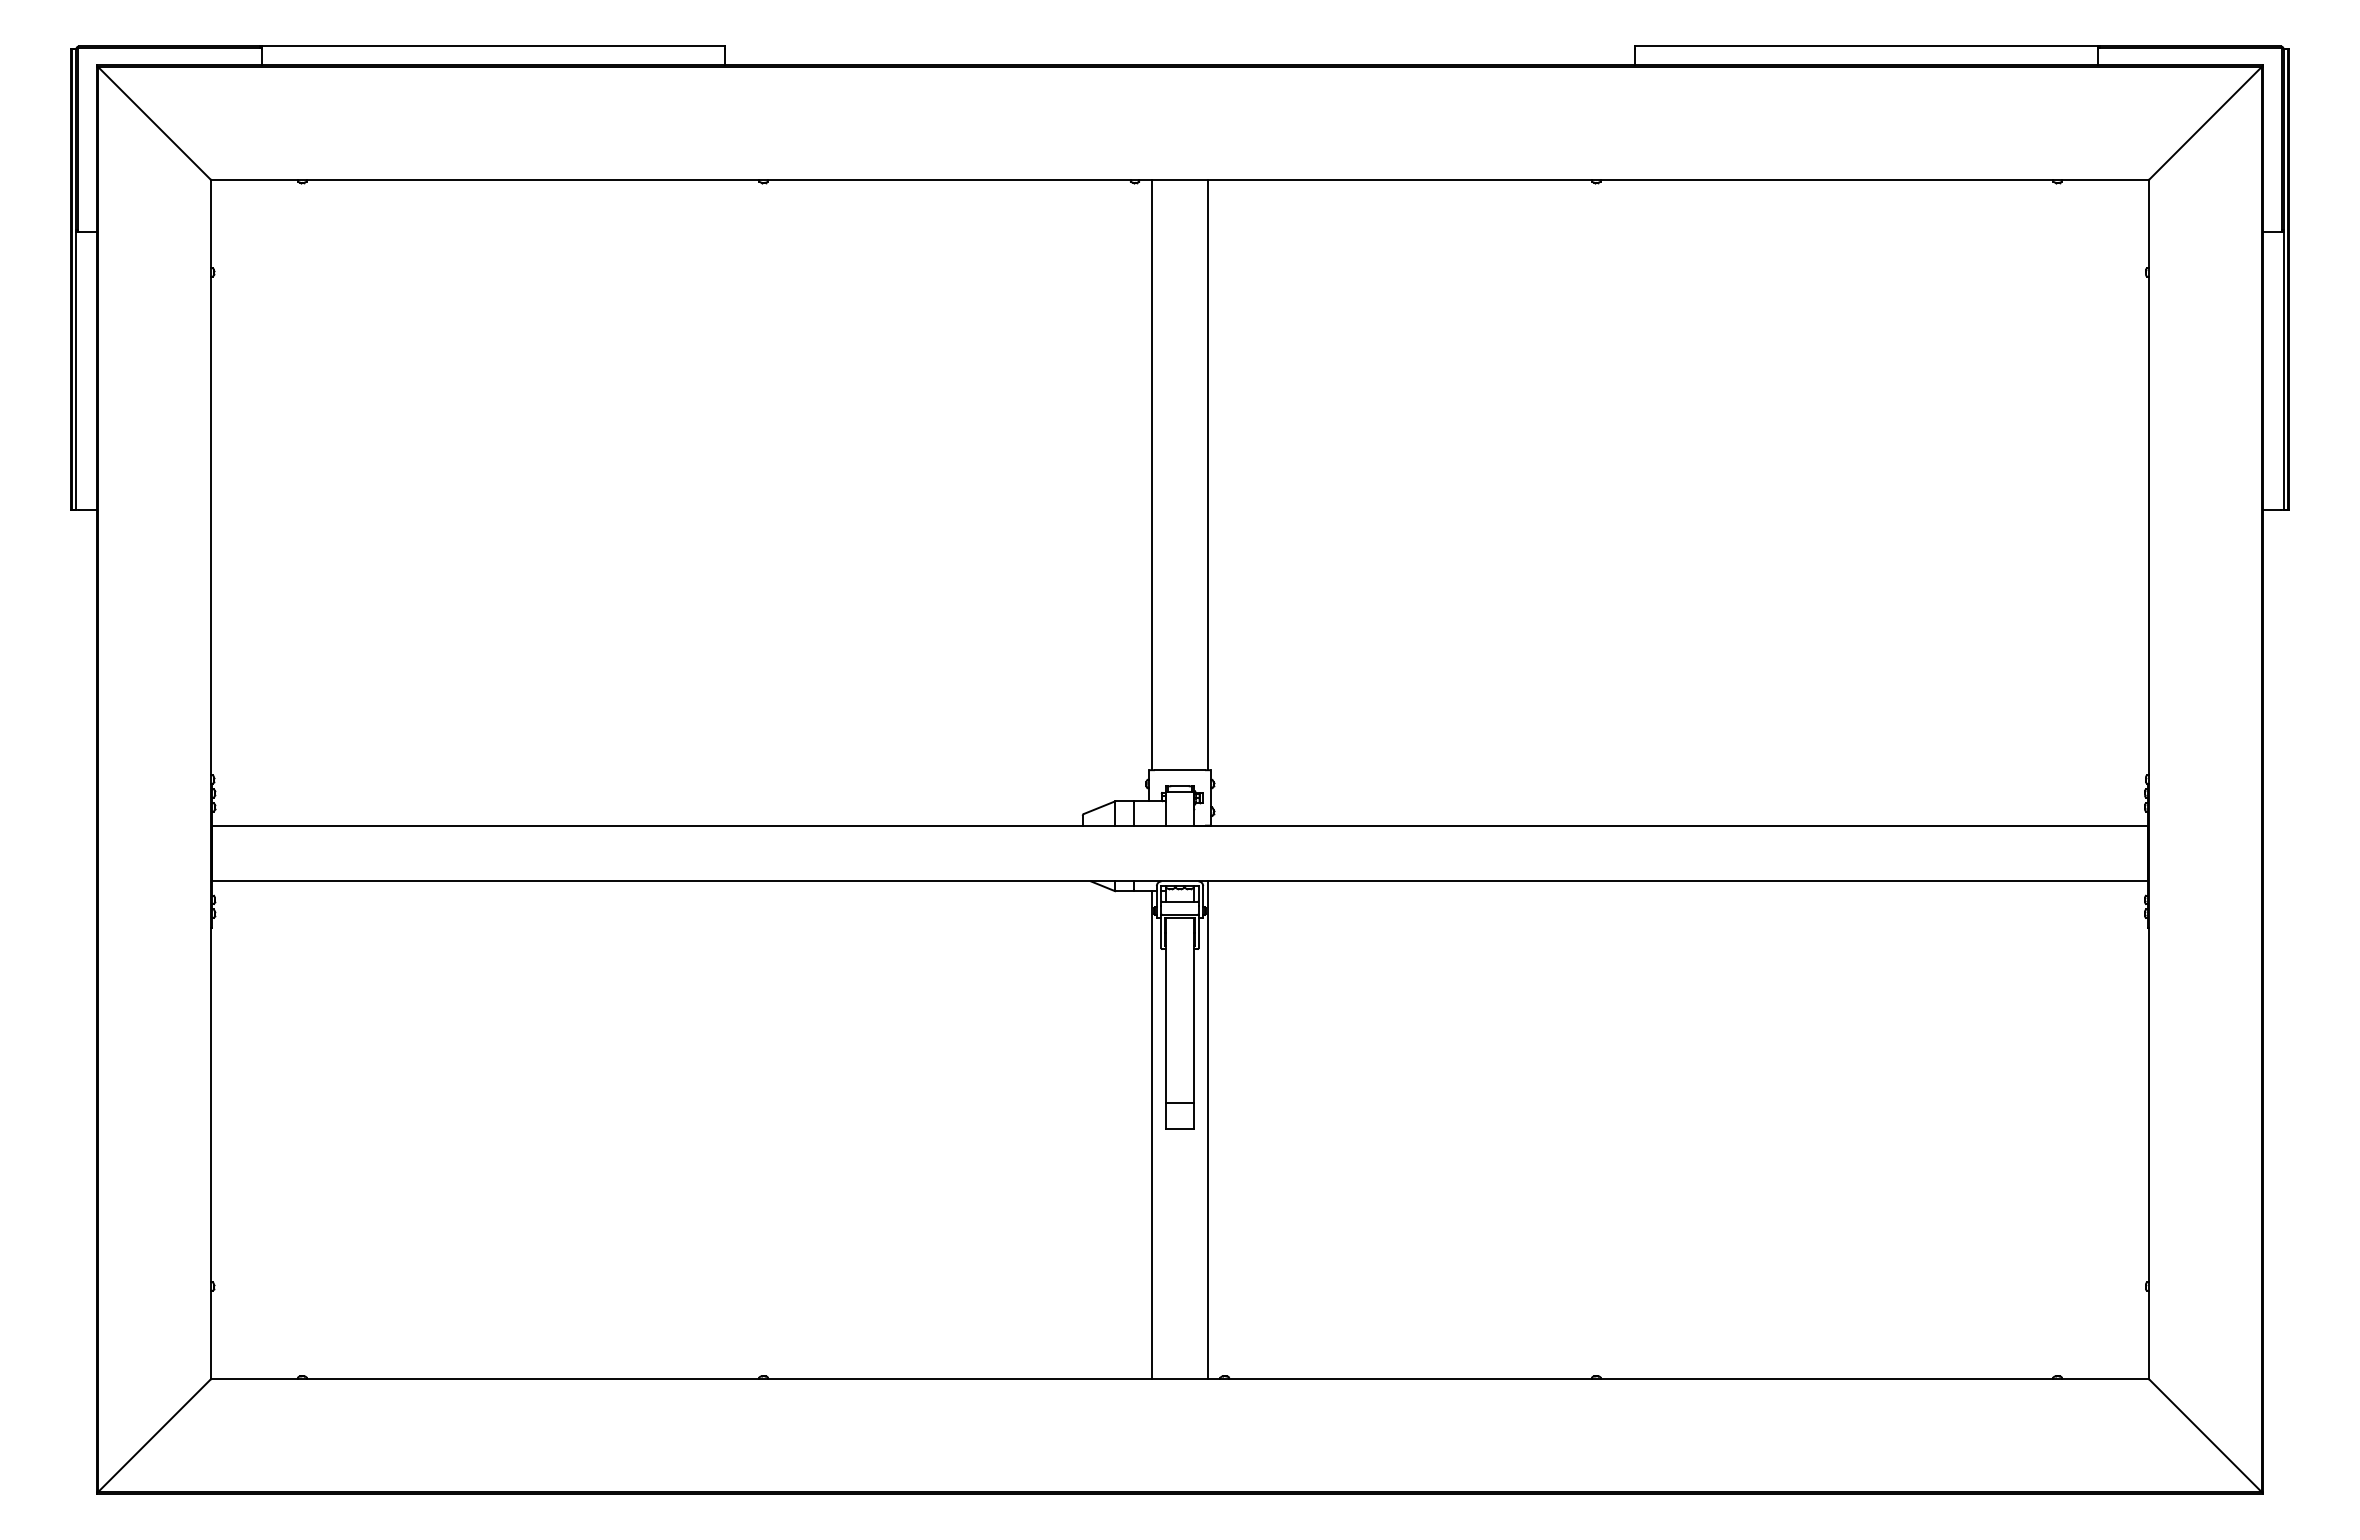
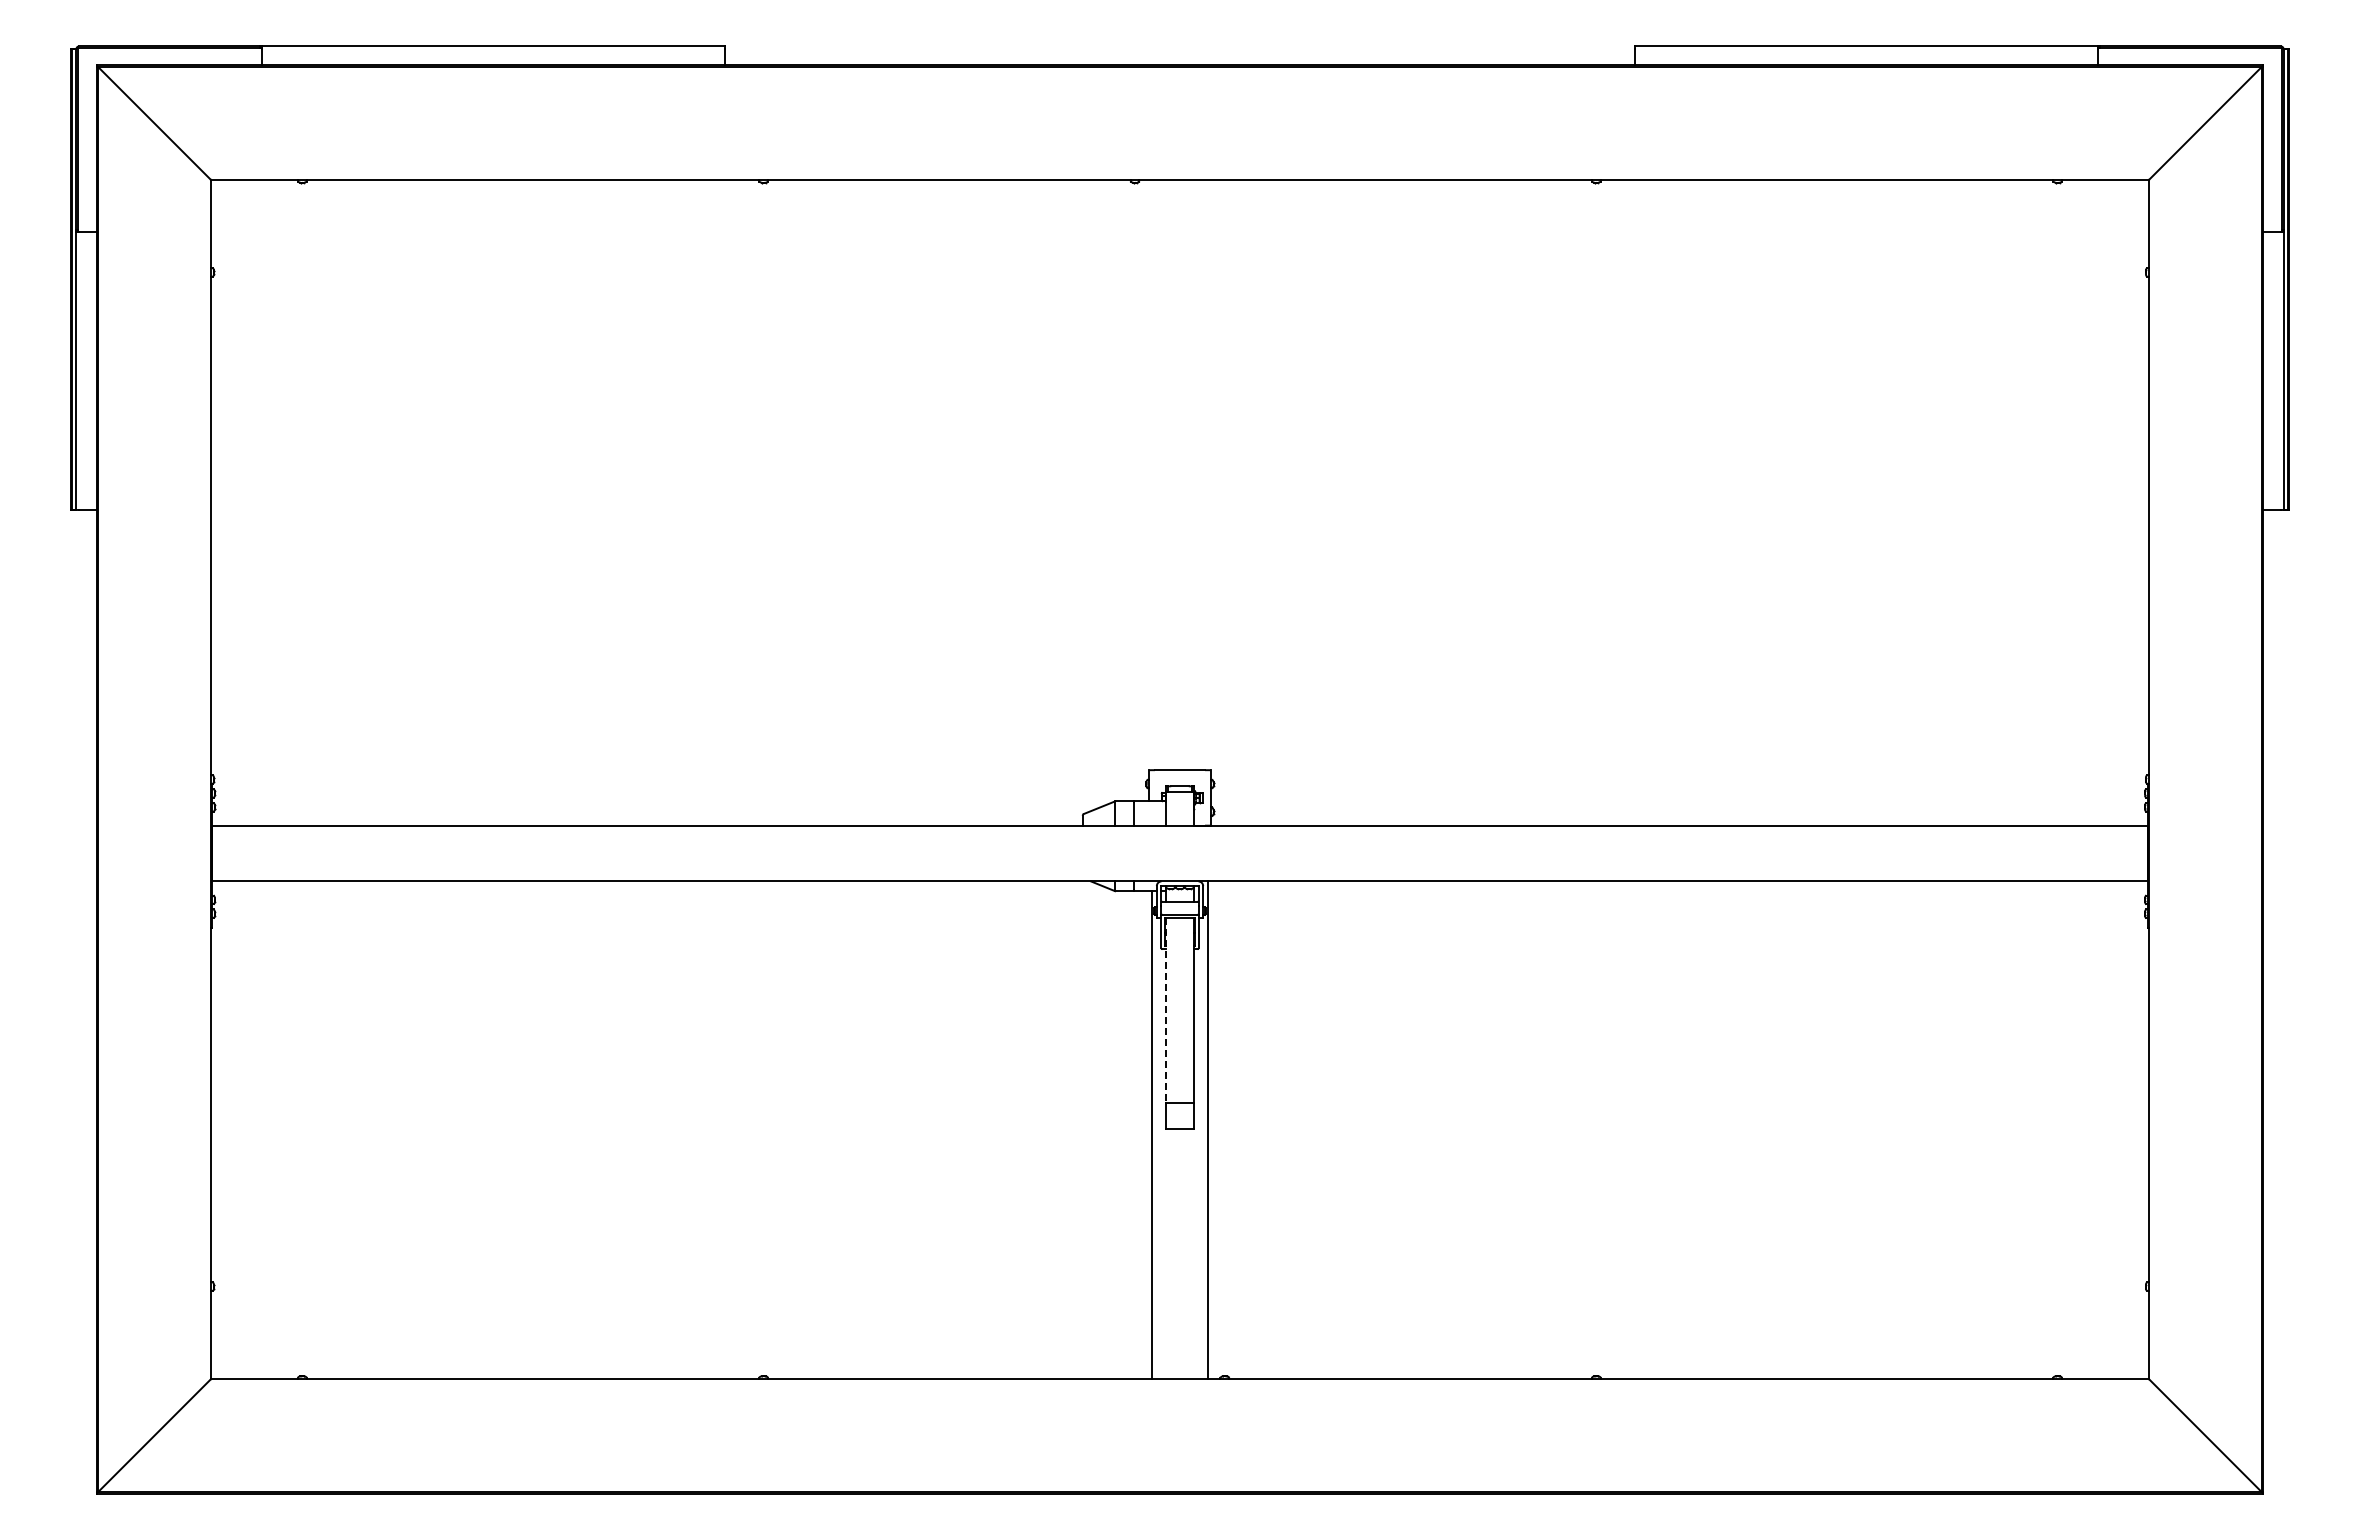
line at (1152, 474): present -> none
line at (1207, 474): present -> none
line at (1166, 1010): solid -> dashed
